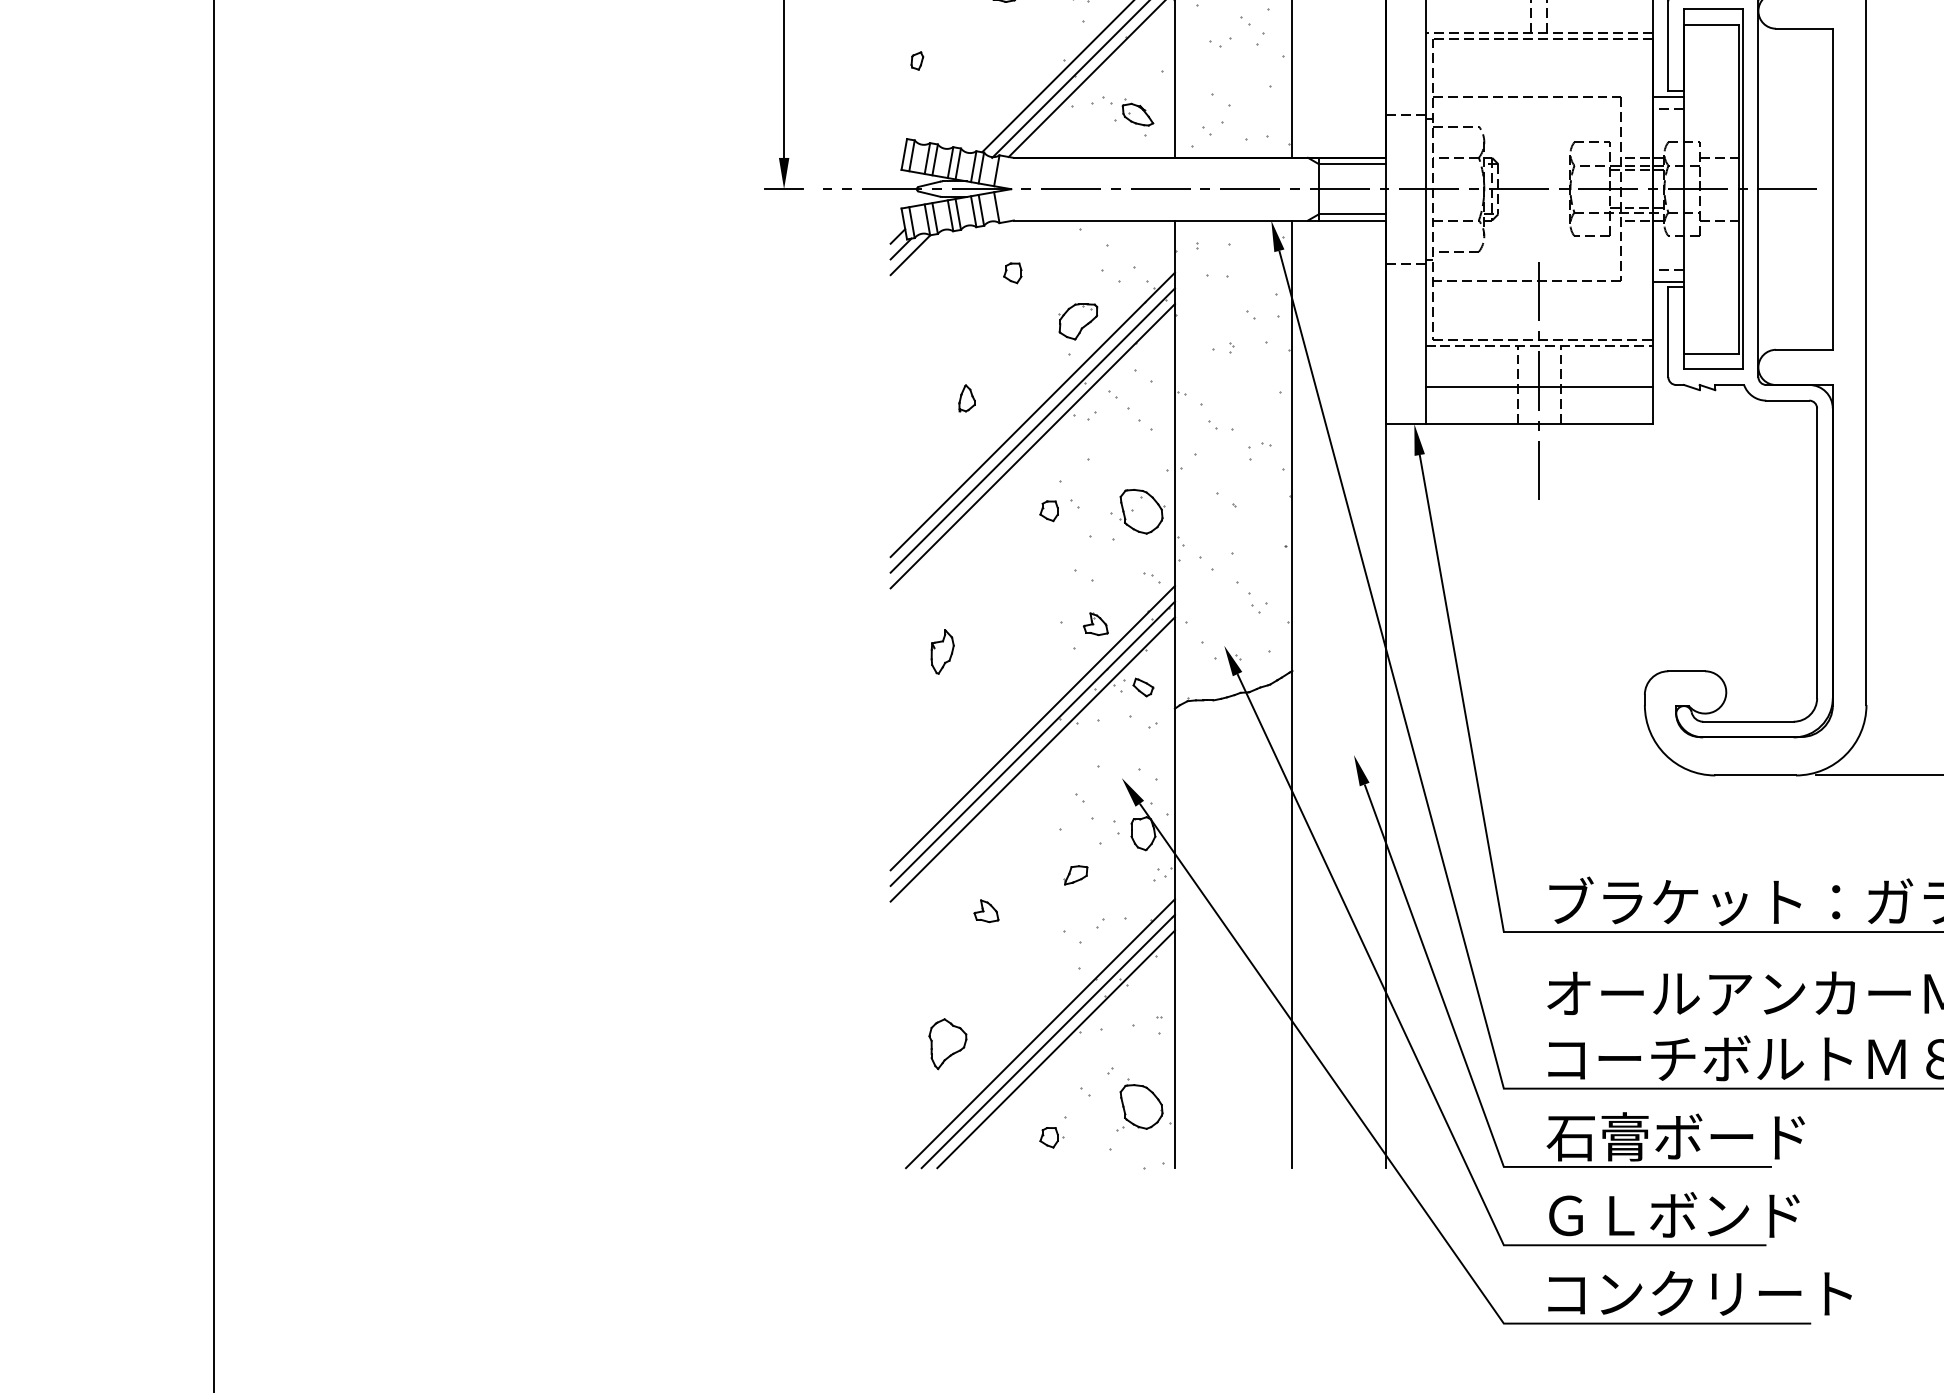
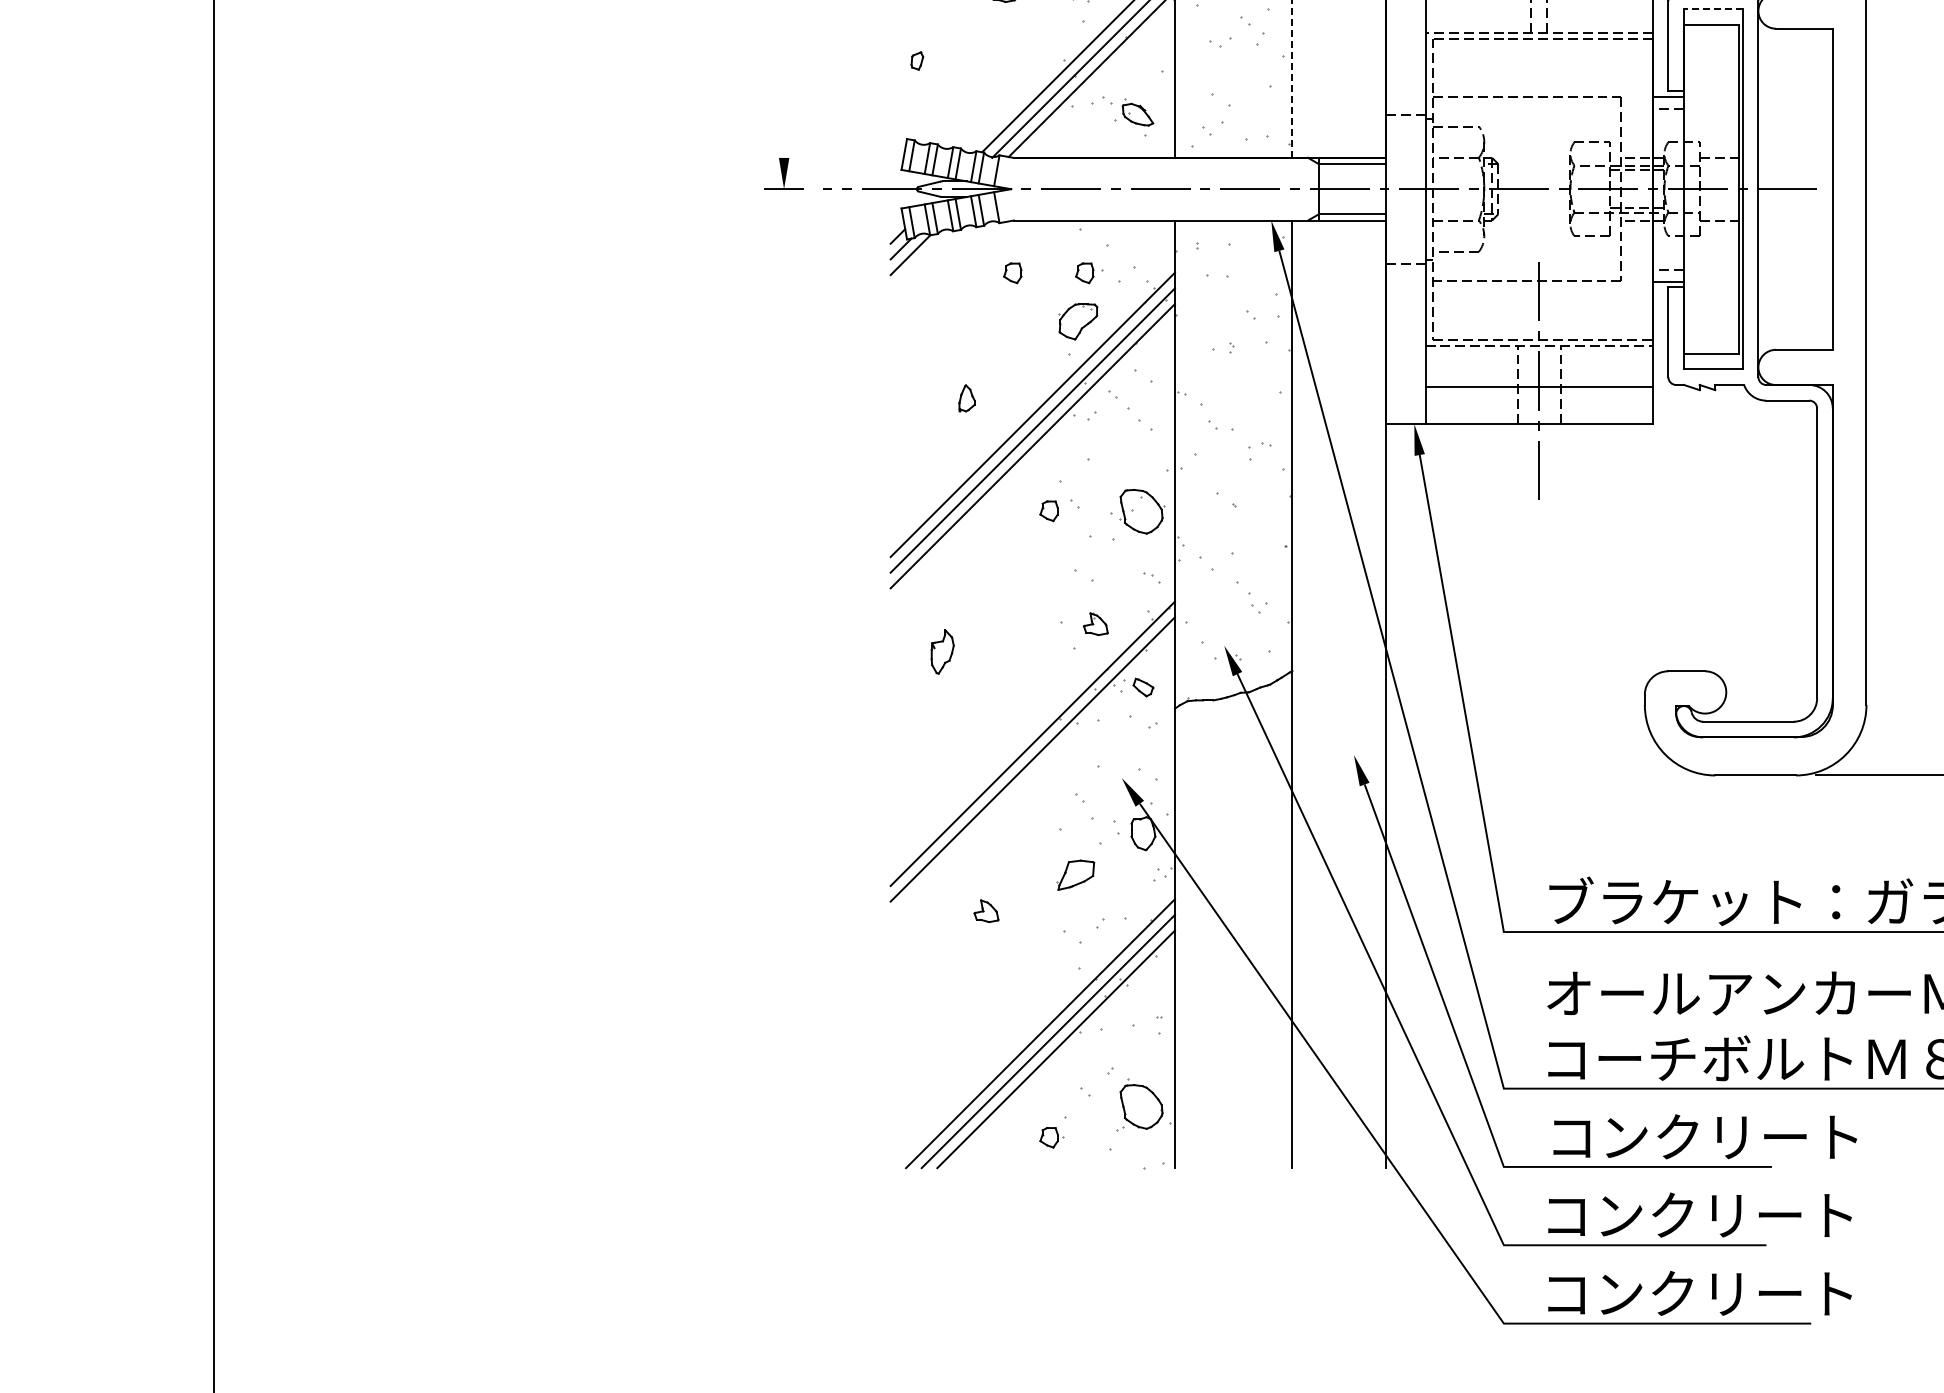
line at (1712, 9): solid -> dashed
line at (1292, 78): solid -> dashed
line at (784, 79): present -> none
part at (1084, 273): none -> present
line at (1032, 728): present -> none
part at (1075, 875) size: 26x21 px -> 40x32 px
part at (947, 1044): present -> none
text at (1701, 1136): 石膏ボード -> コンクリート
text at (1699, 1214): ＧＬボンド -> コンクリート
